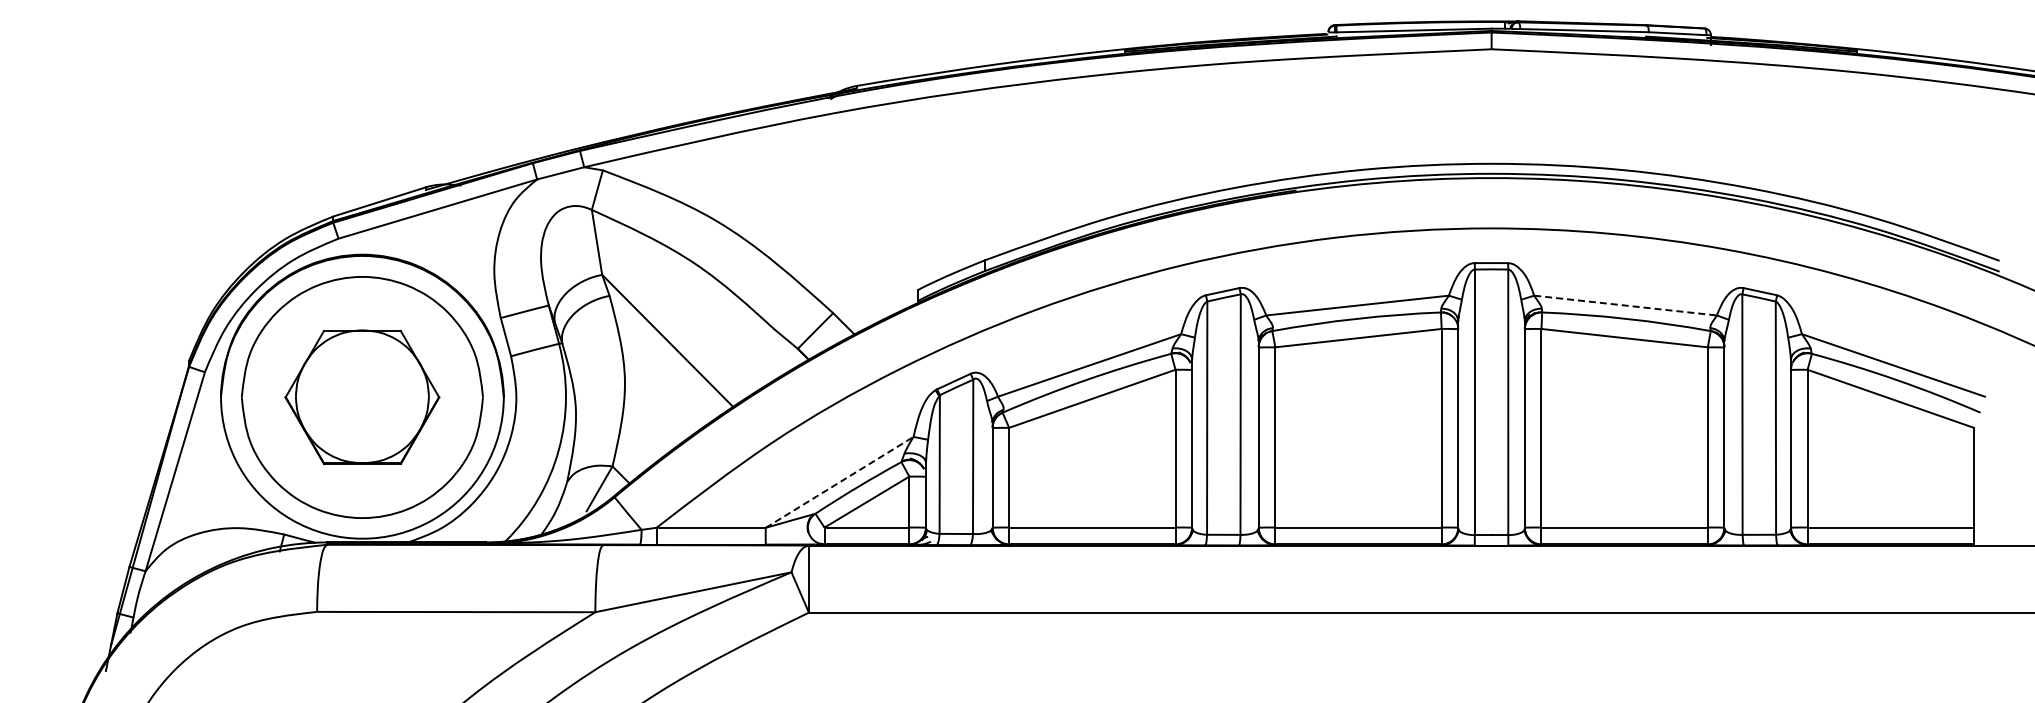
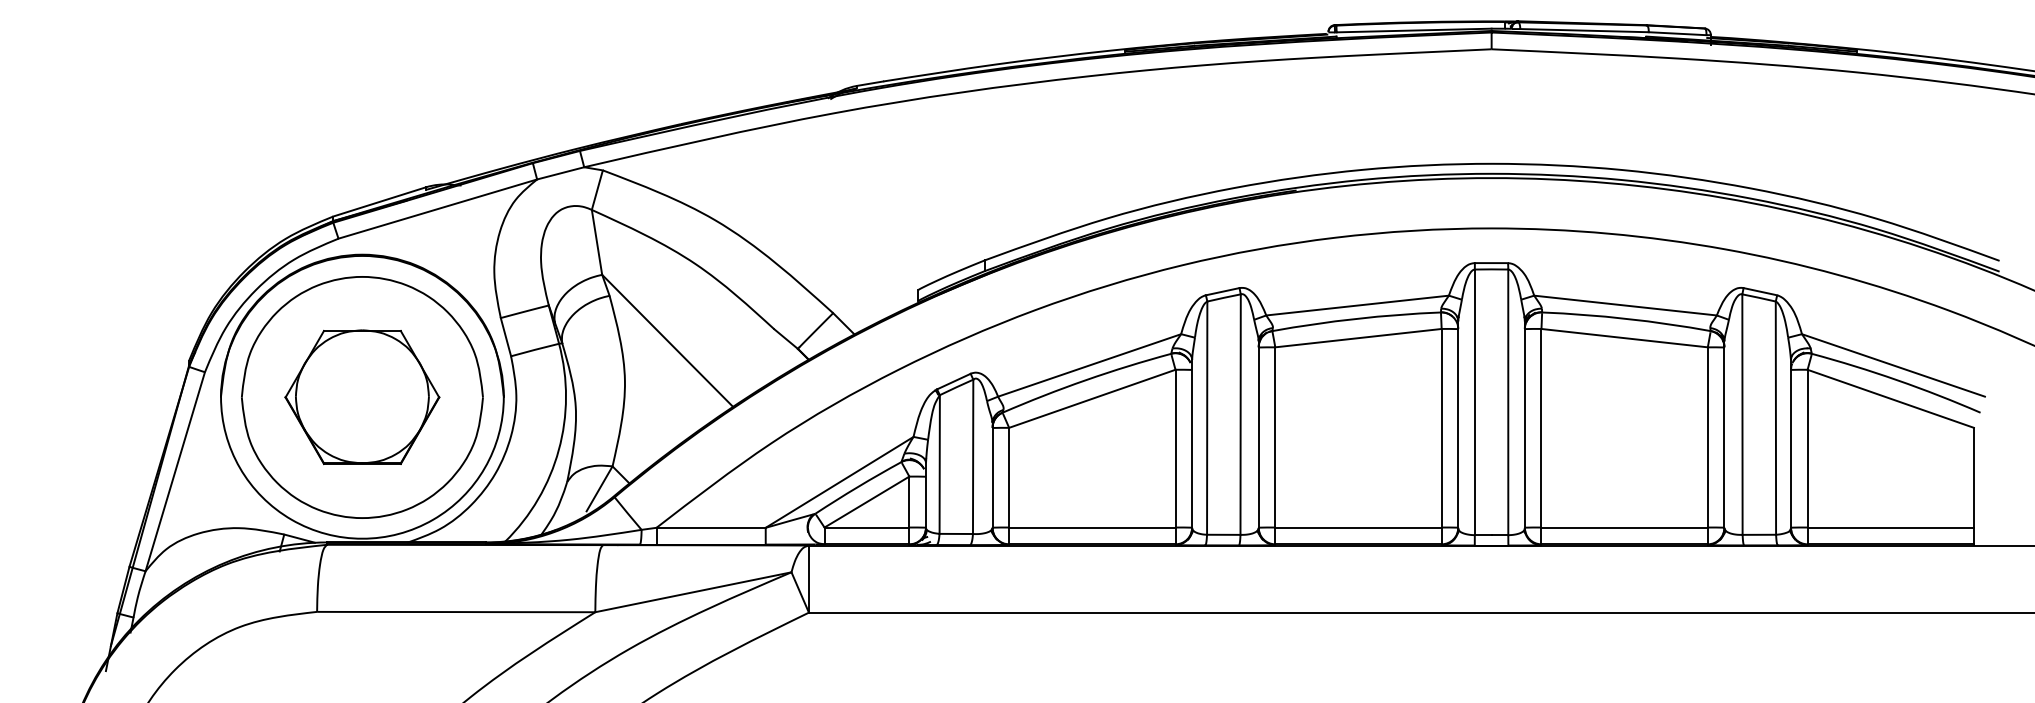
line at (1625, 305): dashed -> solid
line at (839, 482): dashed -> solid
